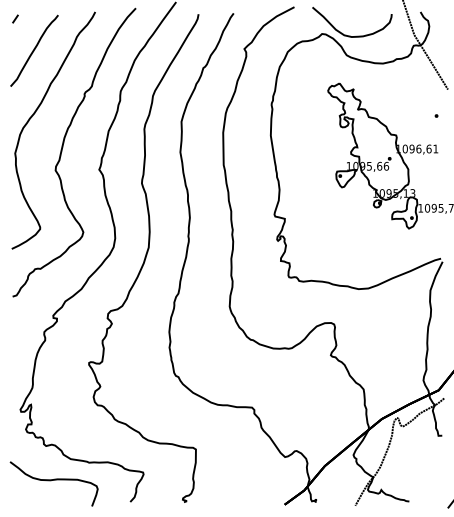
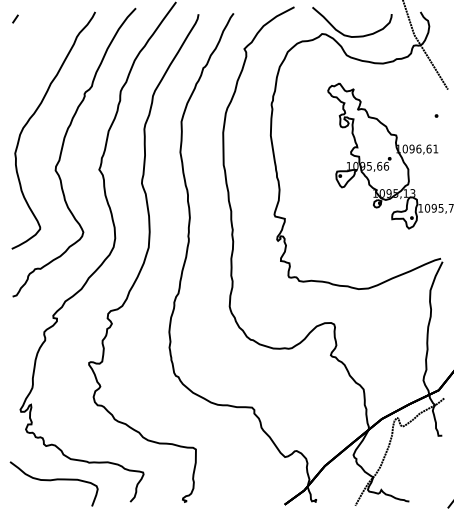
curve at (34, 50): present -> none
